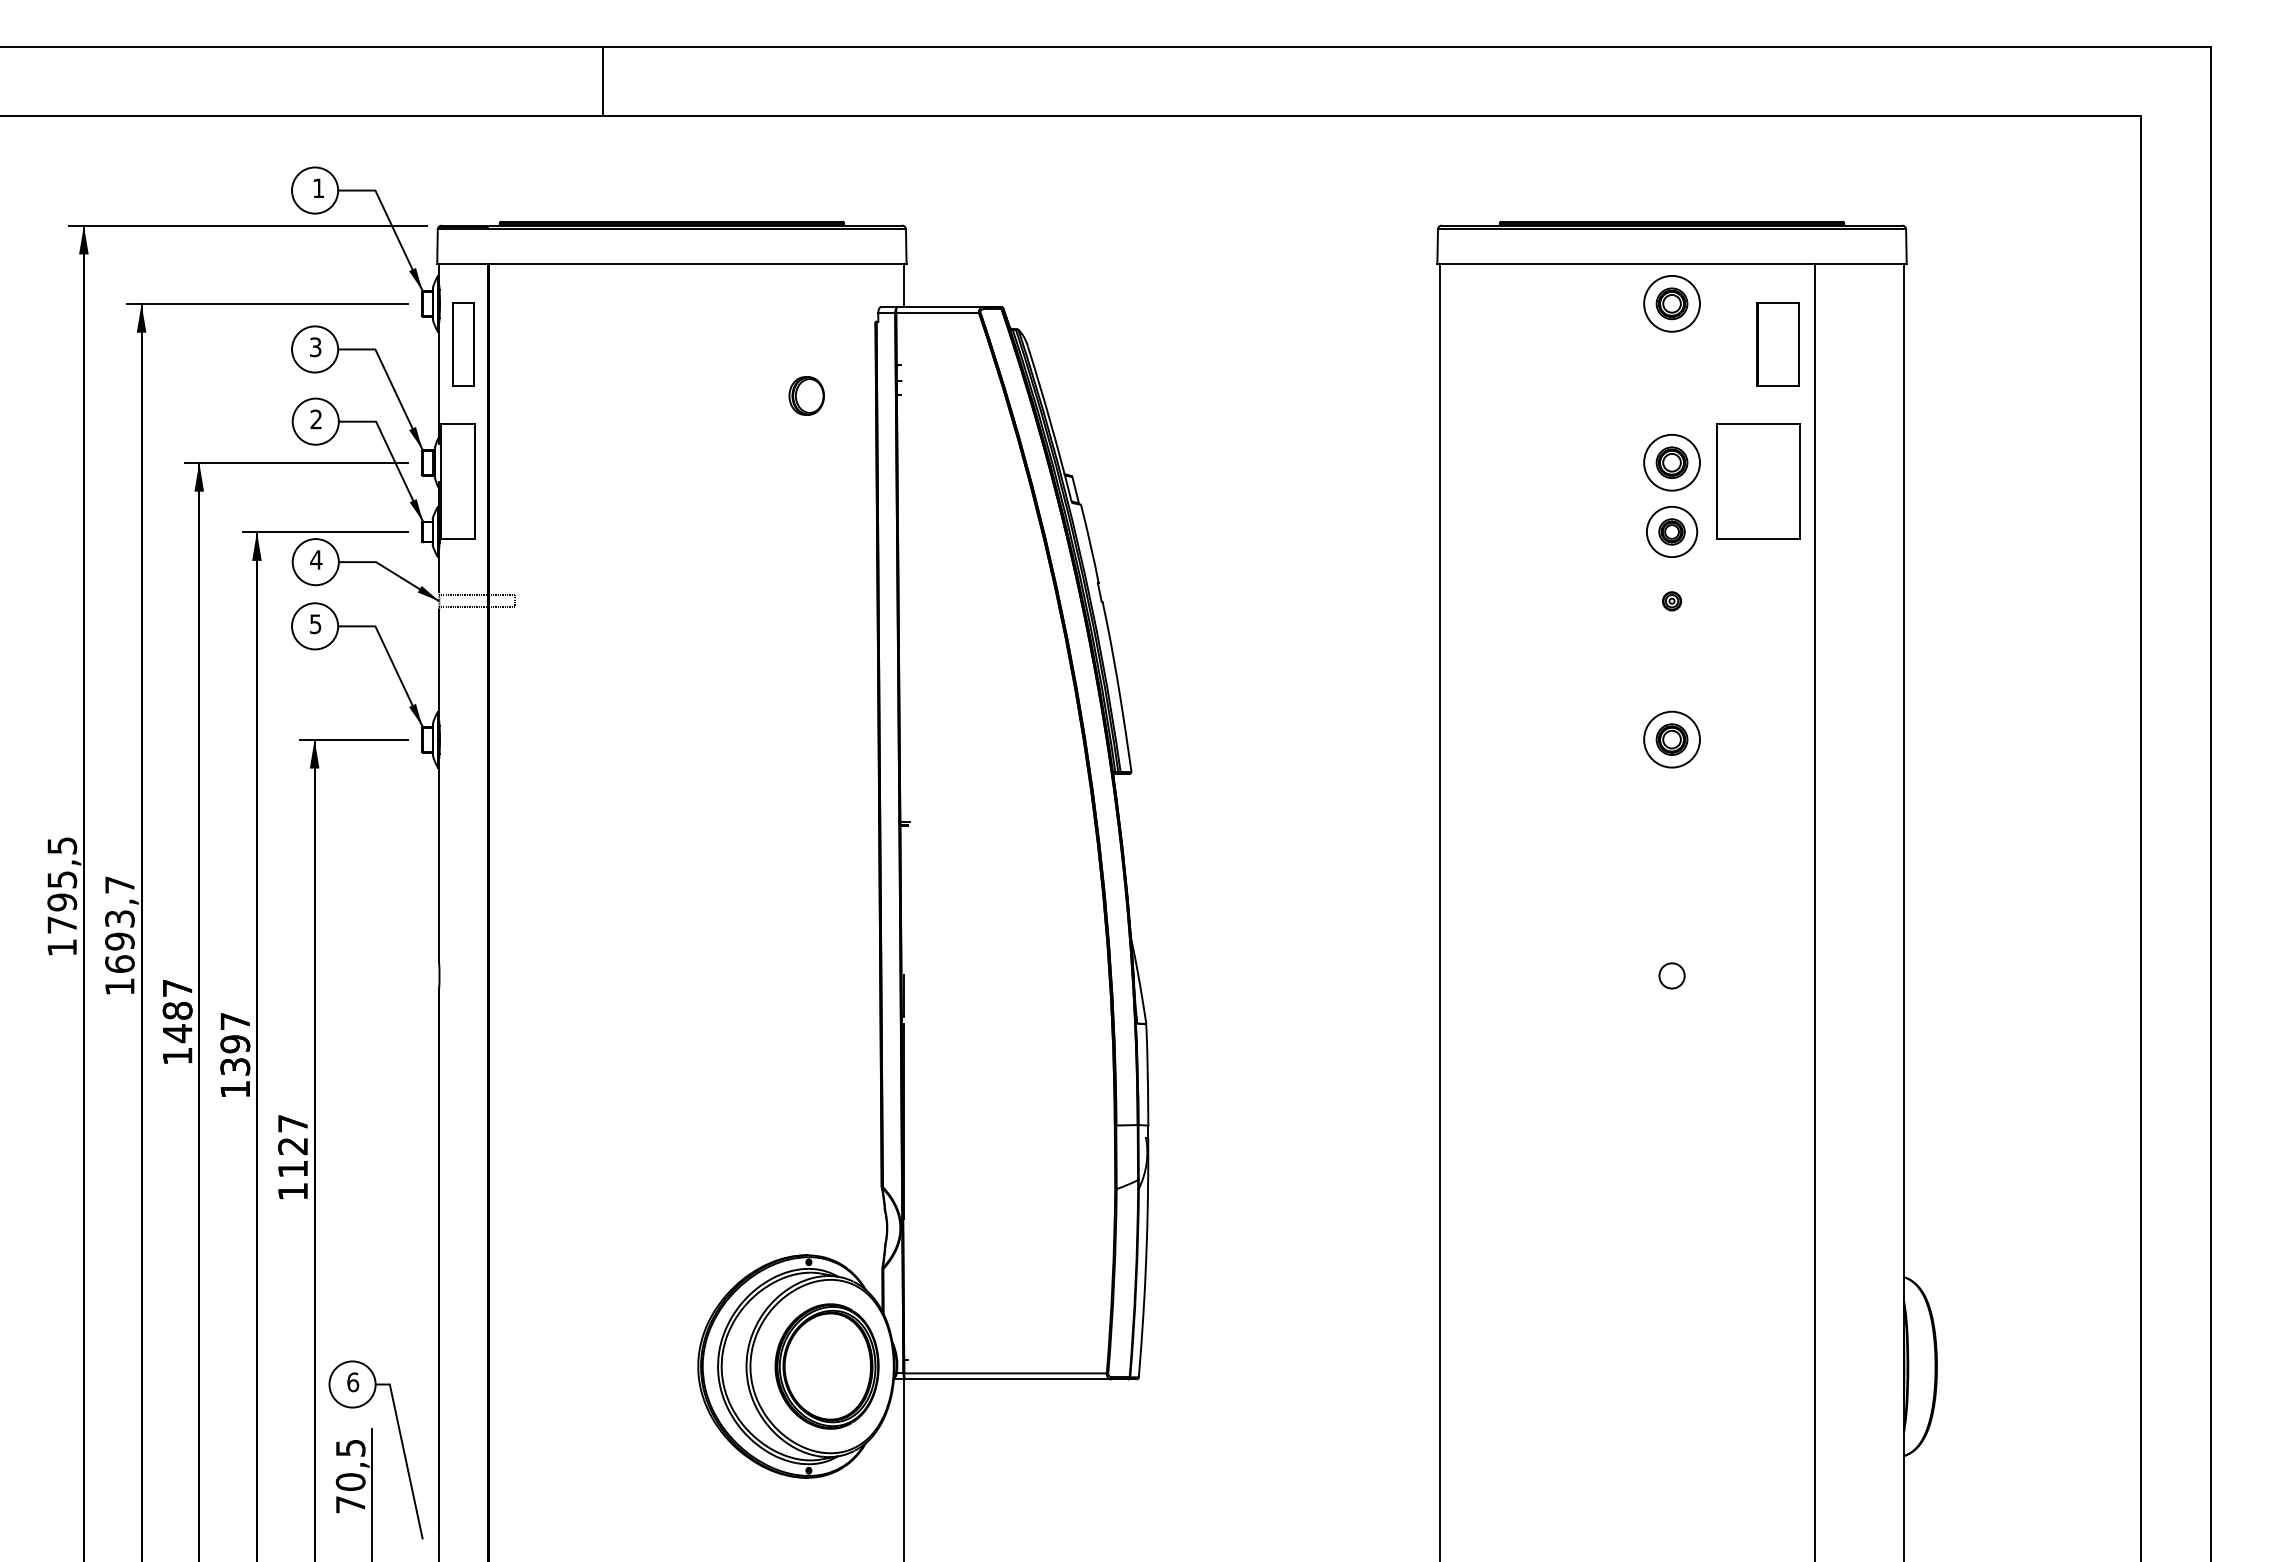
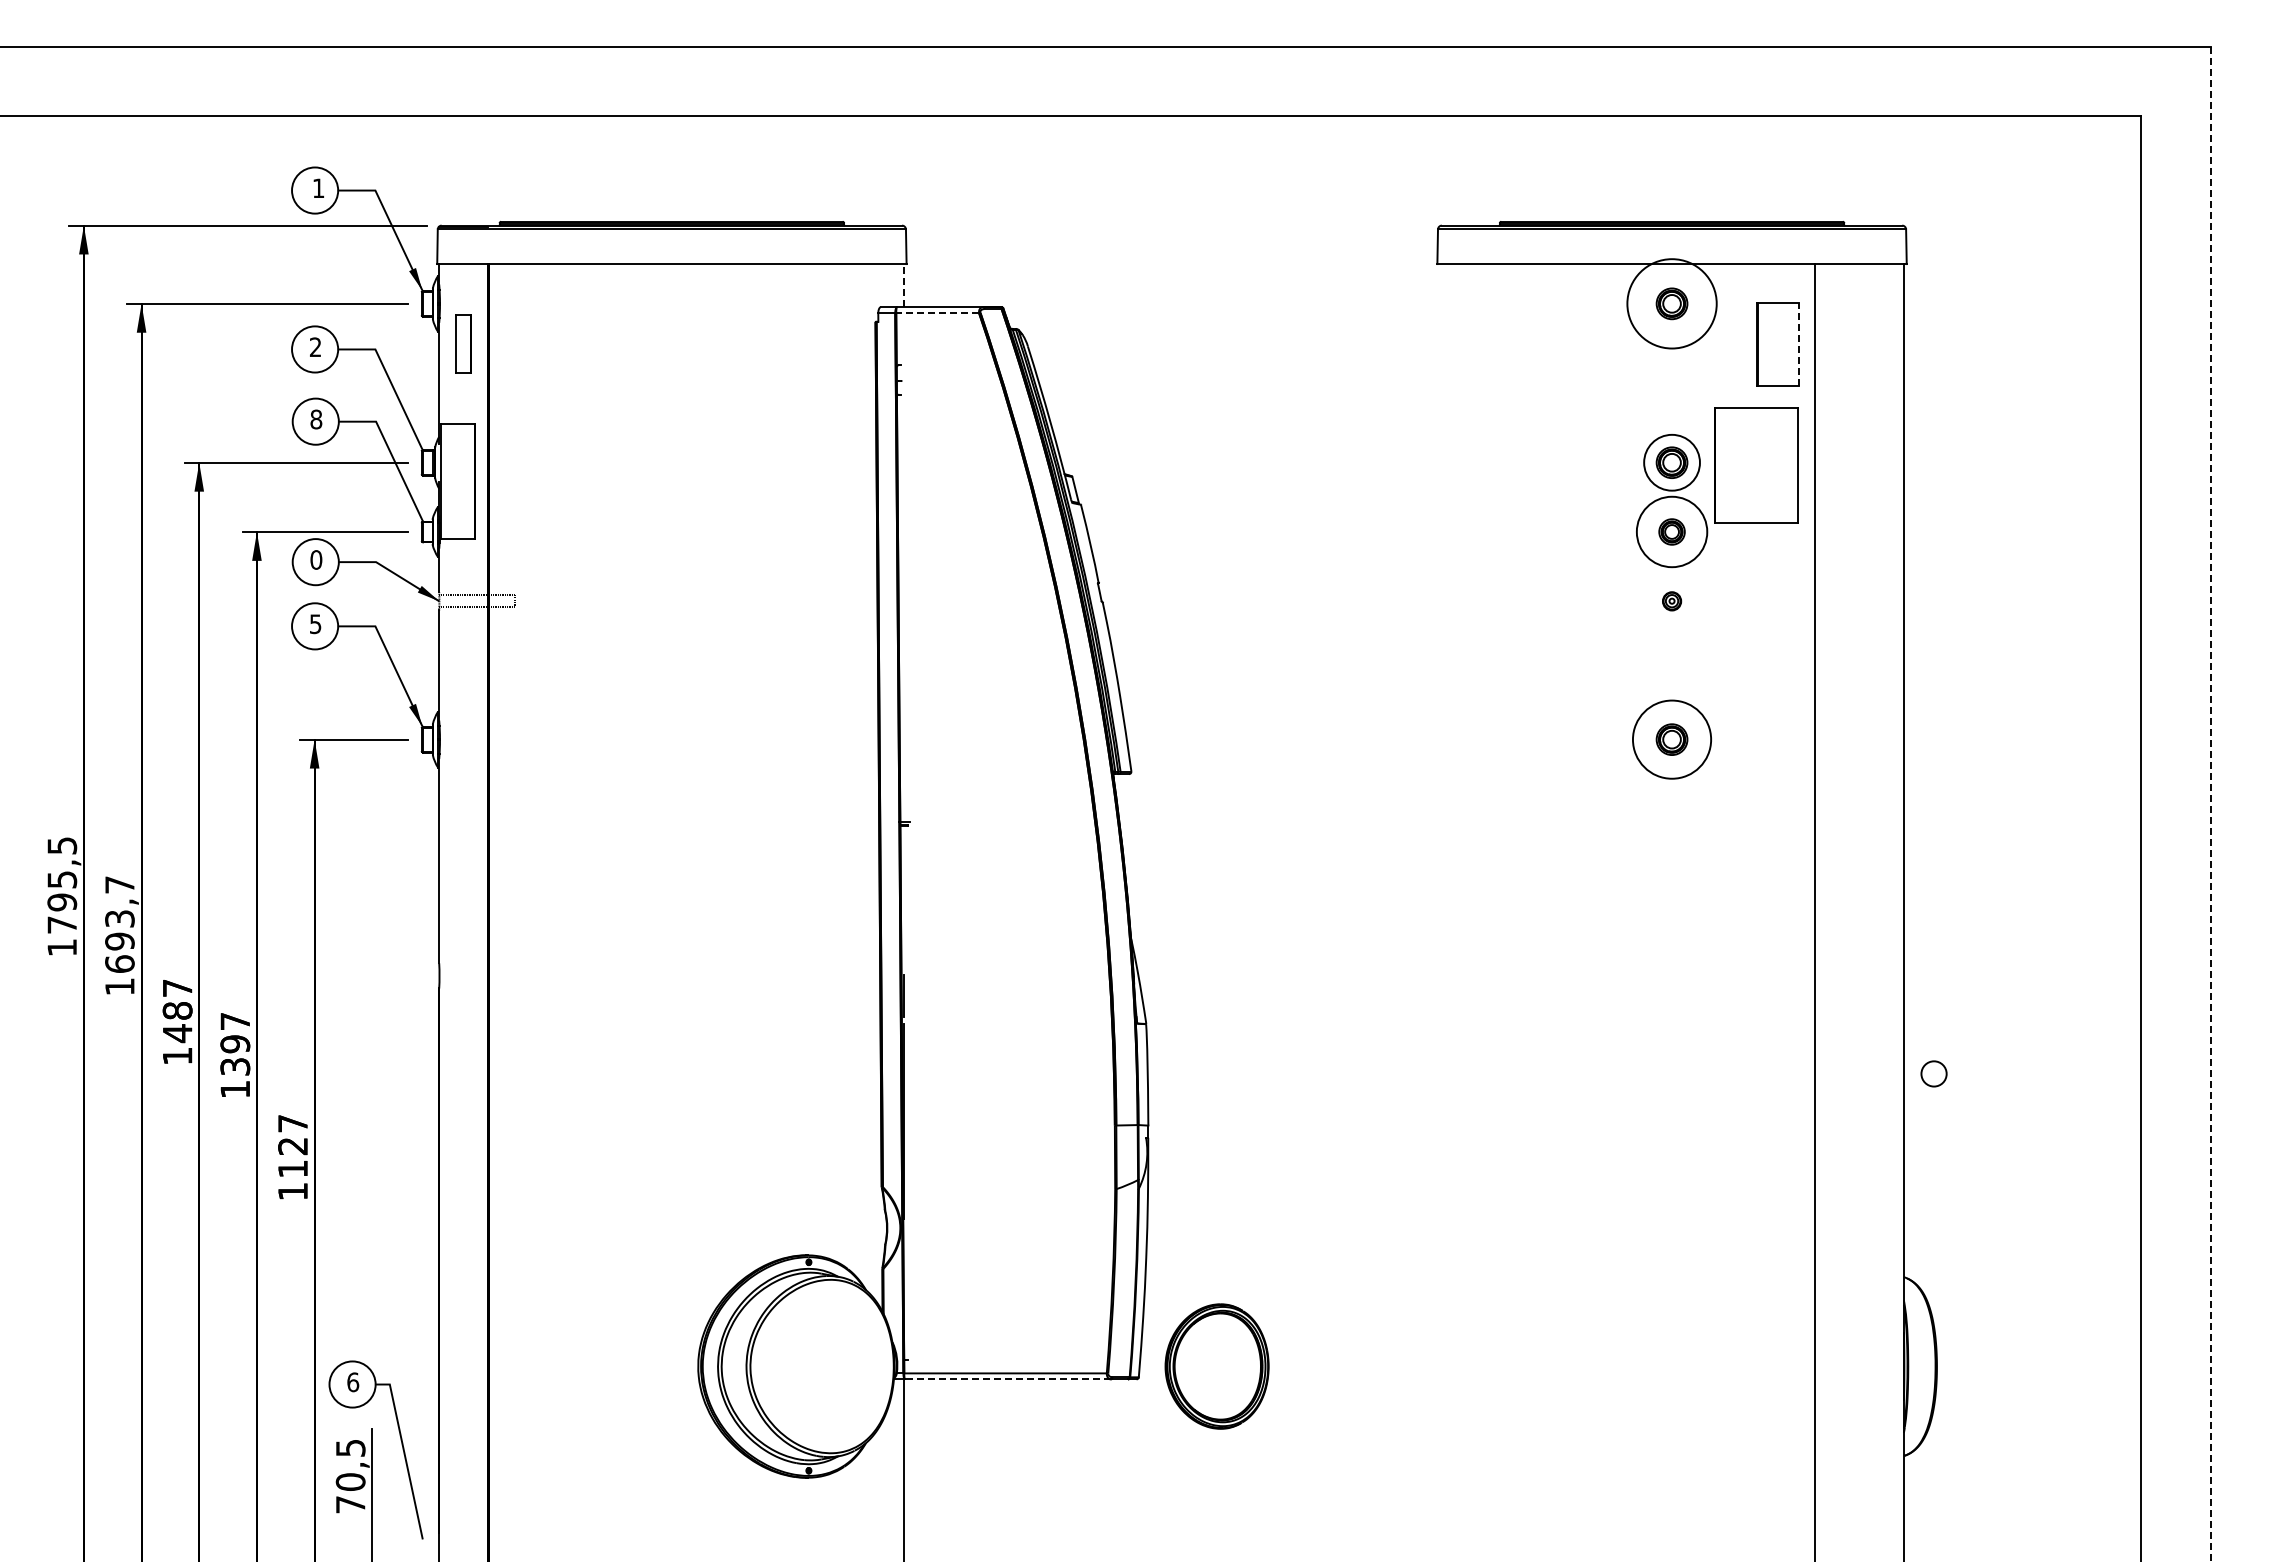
line at (603, 81): present -> none
line at (903, 285): solid -> dashed
circle at (1671, 303) diameter: 56 px -> 89 px
line at (937, 313): solid -> dashed
part at (463, 344) size: 23x85 px -> 17x60 px
line at (1798, 344): solid -> dashed
text at (315, 347): 3 -> 2
part at (806, 395): present -> none
text at (316, 419): 2 -> 8
fill at (415, 437): present -> none
part at (1758, 481) position: (1758, 481) -> (1756, 465)
fill at (416, 510): present -> none
circle at (1671, 531) diameter: 50 px -> 70 px
text at (316, 559): 4 -> 0
circle at (1671, 739) diameter: 56 px -> 78 px
line at (2210, 804): solid -> dashed
line at (1440, 911): present -> none
circle at (1671, 975) position: (1671, 975) -> (1933, 1073)
part at (826, 1366) position: (826, 1366) -> (1216, 1366)
line at (1008, 1379): solid -> dashed
